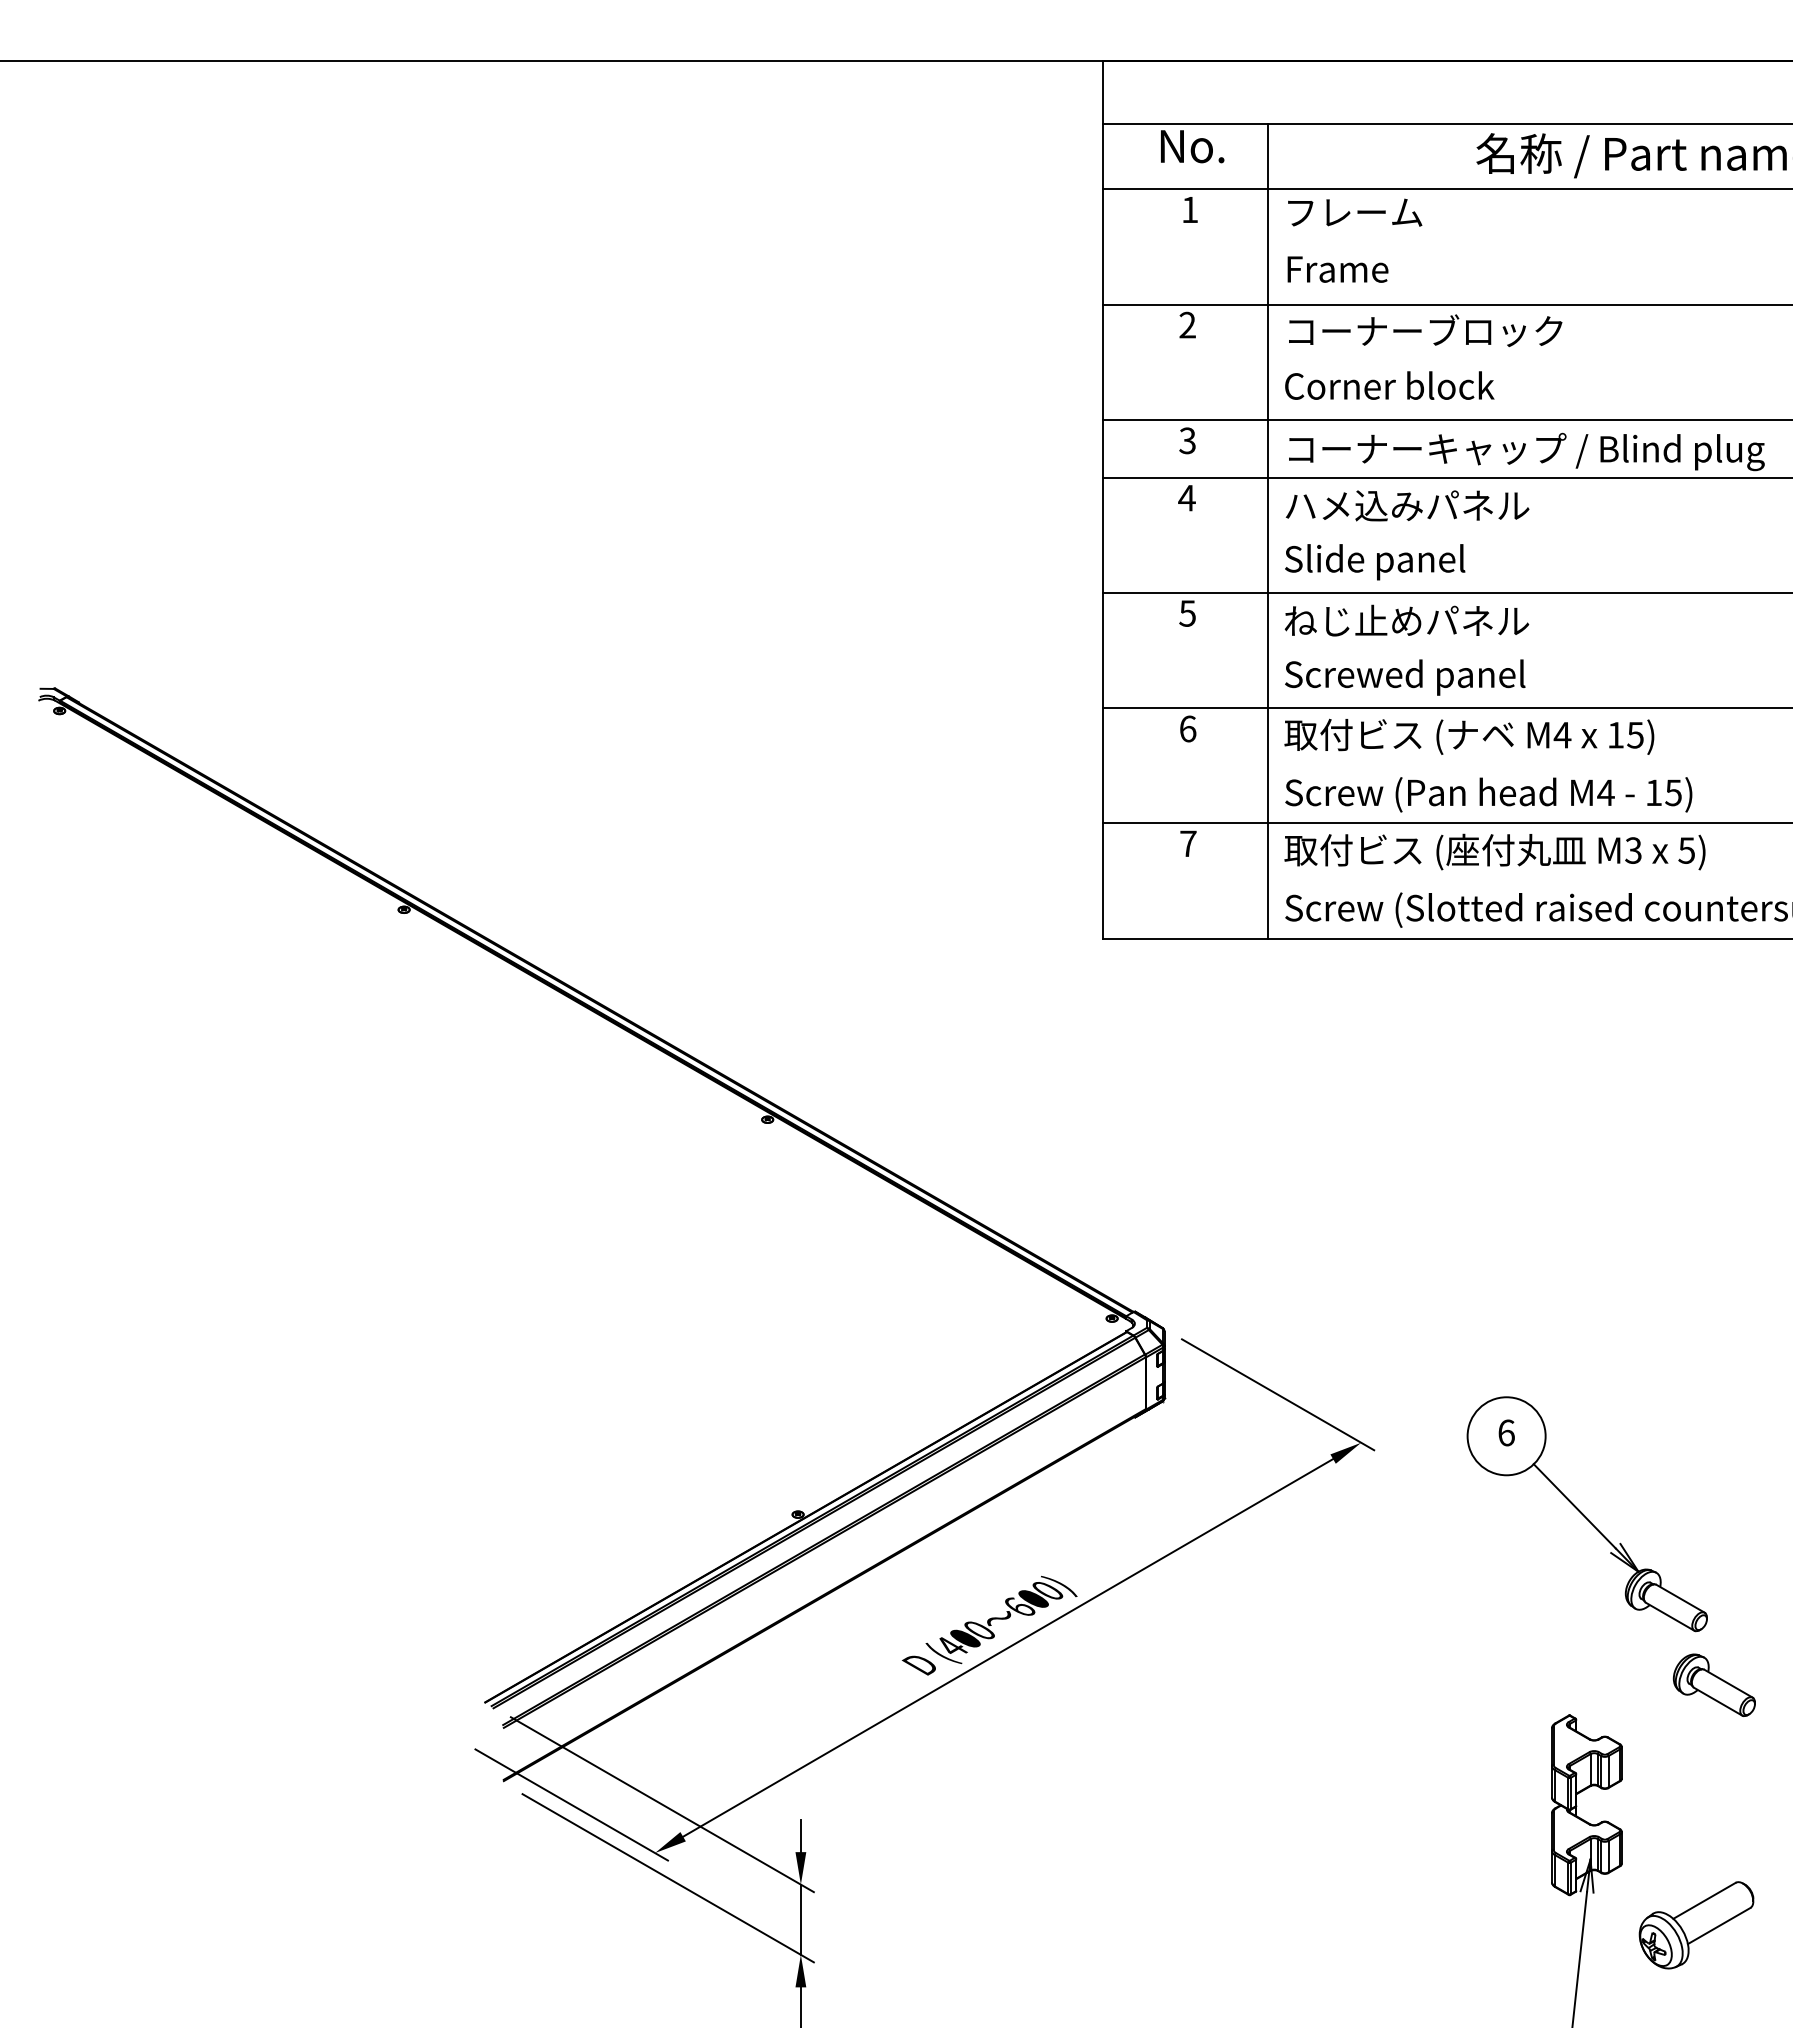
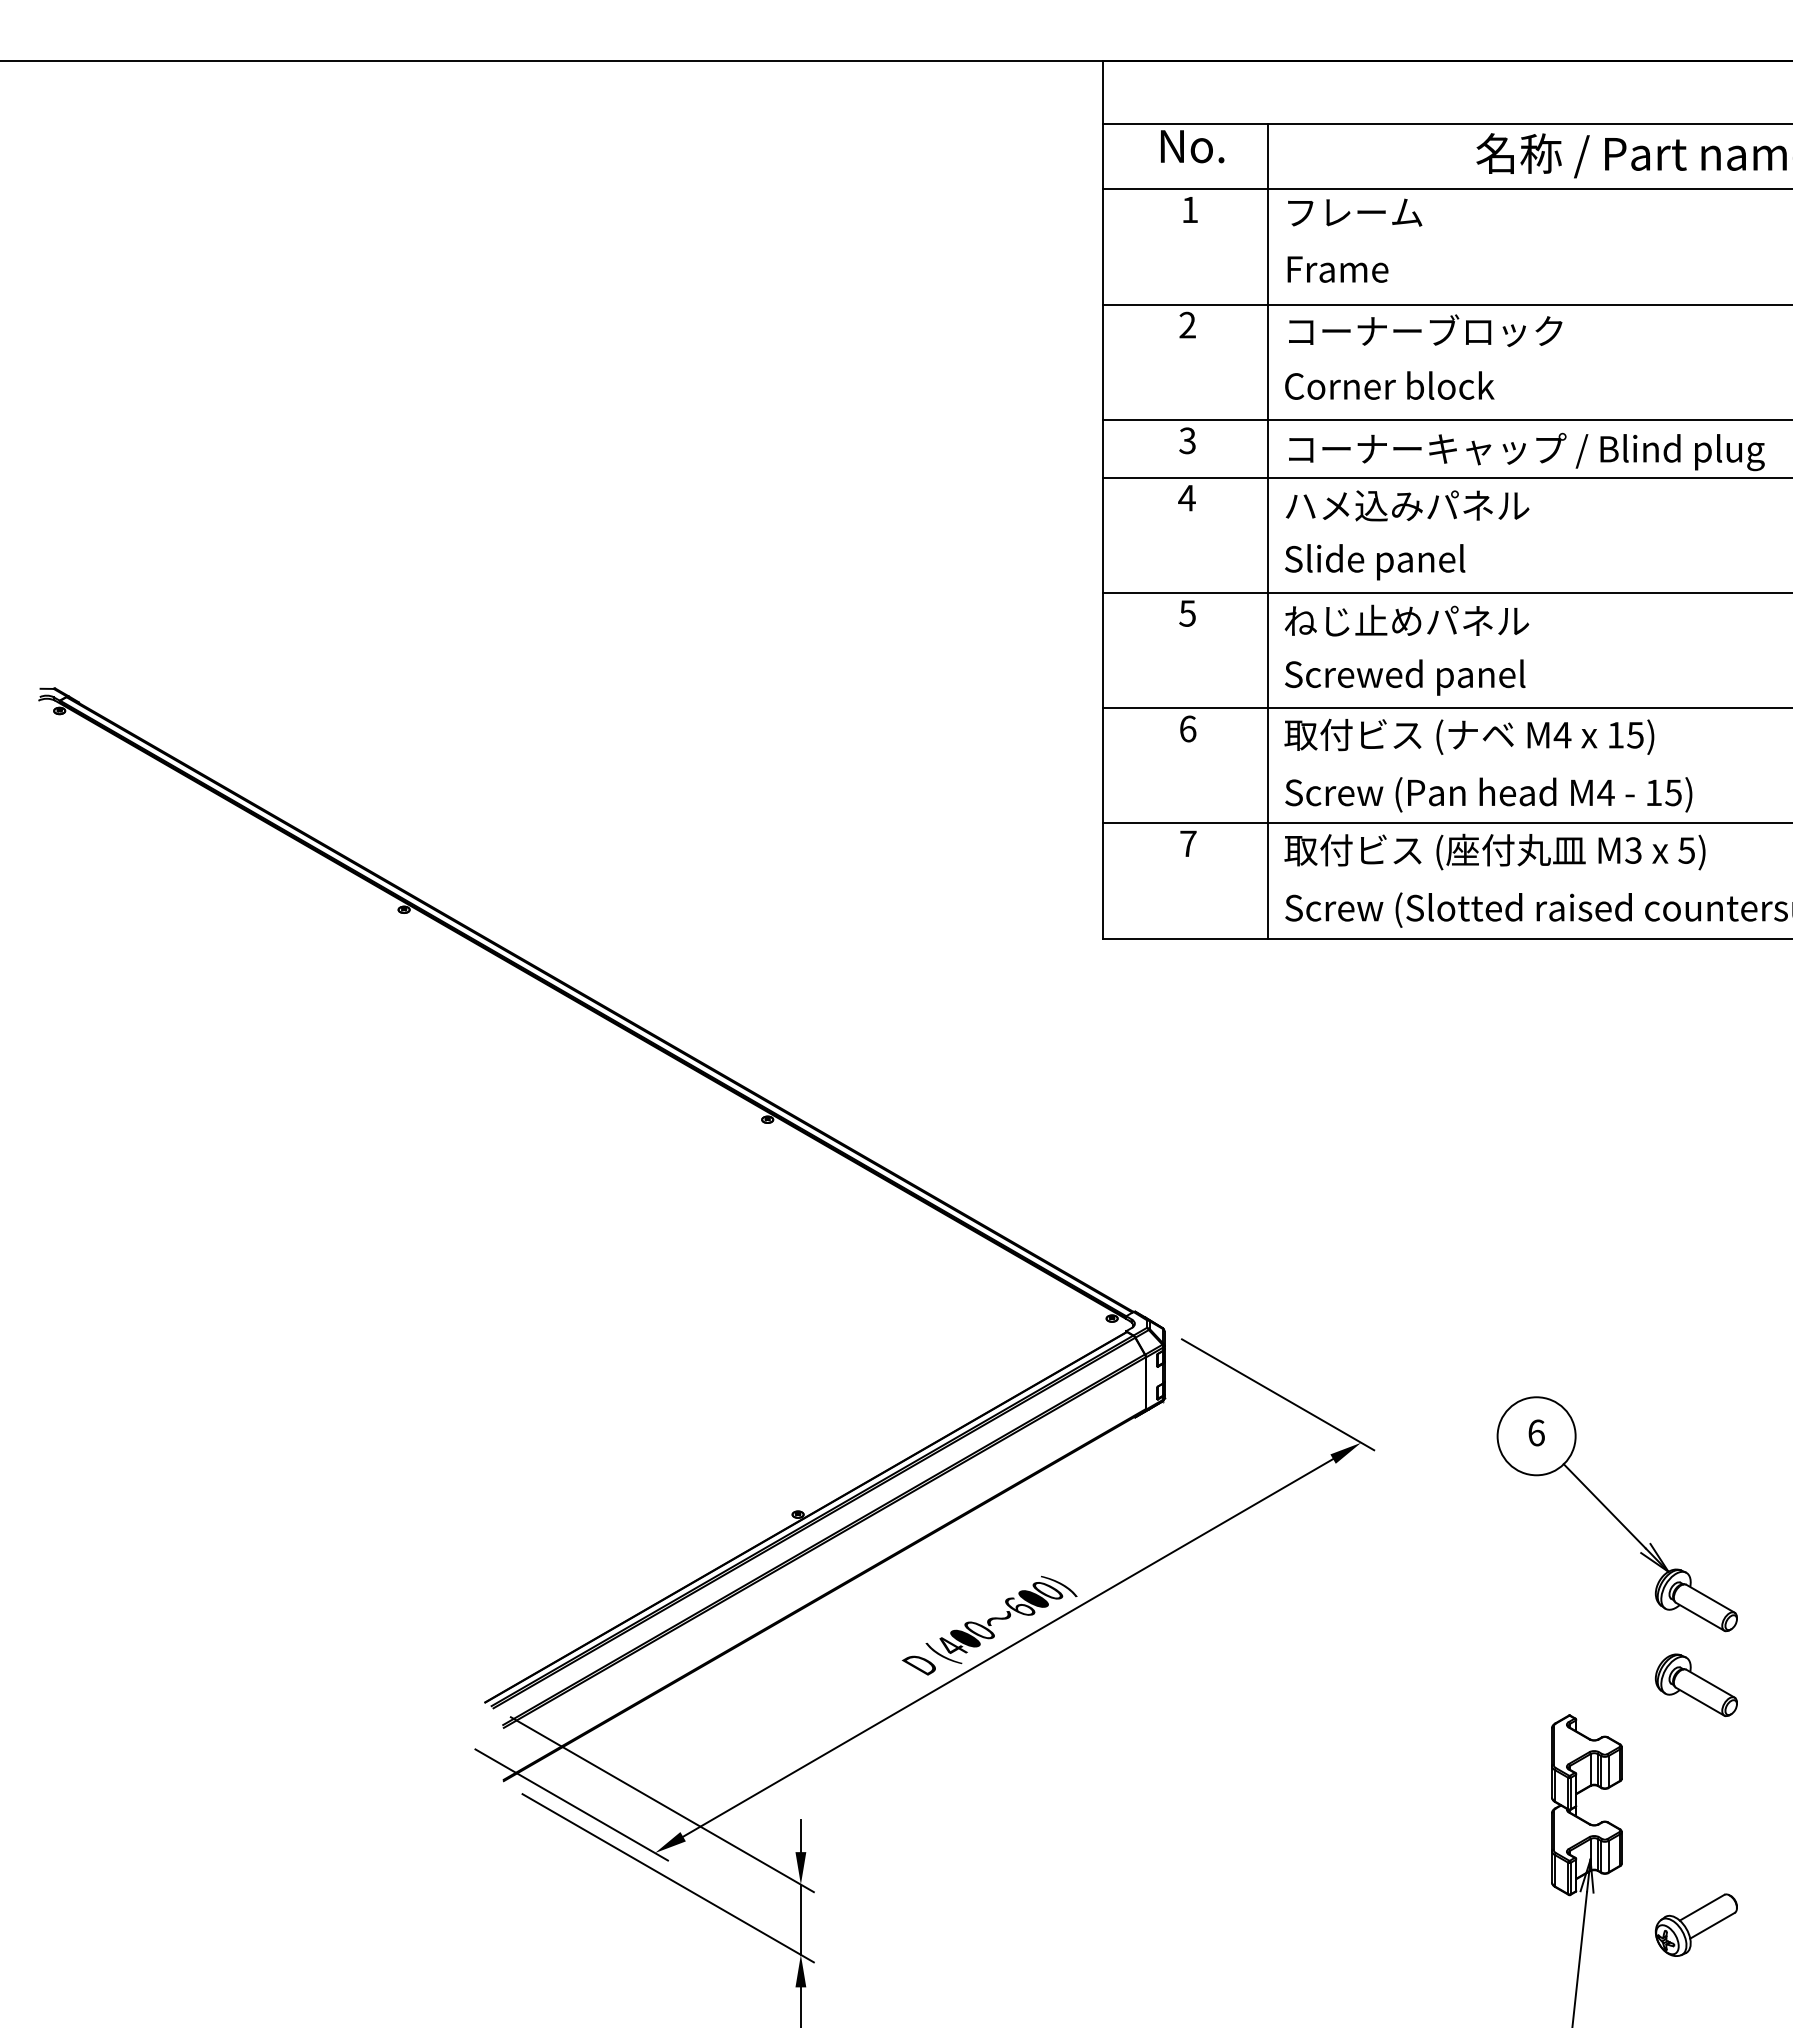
part at (1586, 1514) position: (1586, 1514) -> (1616, 1514)
part at (1713, 1684) position: (1713, 1684) -> (1695, 1684)
part at (1696, 1925) size: 117x89 px -> 84x64 px
